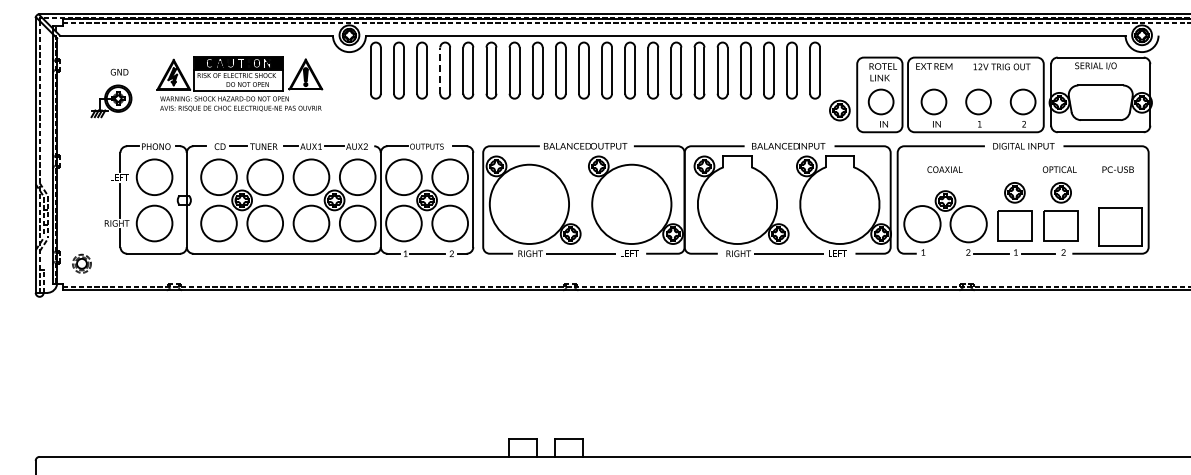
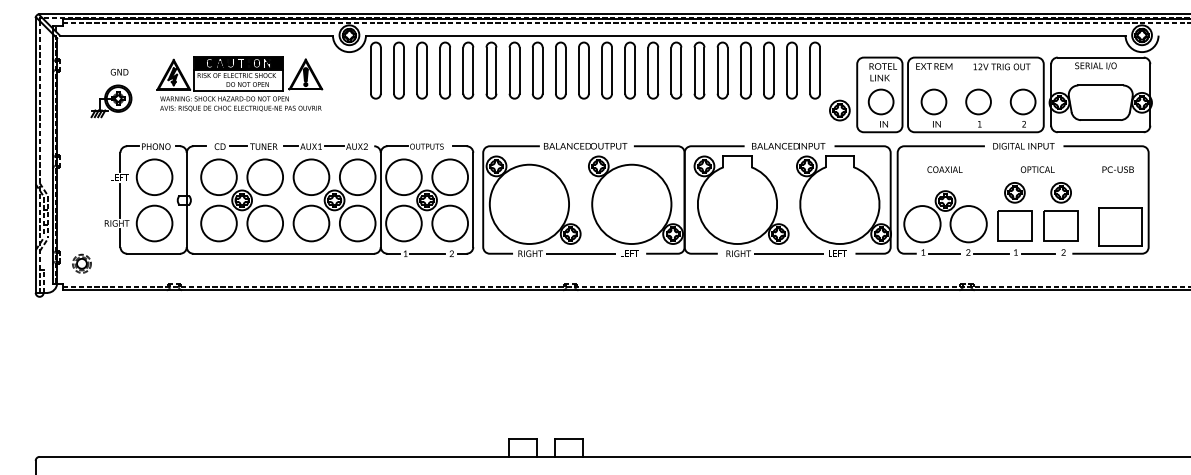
line at (440, 70): dashed -> solid
text at (1059, 169) position: (1059, 169) -> (1037, 169)
line at (944, 253): none -> present
